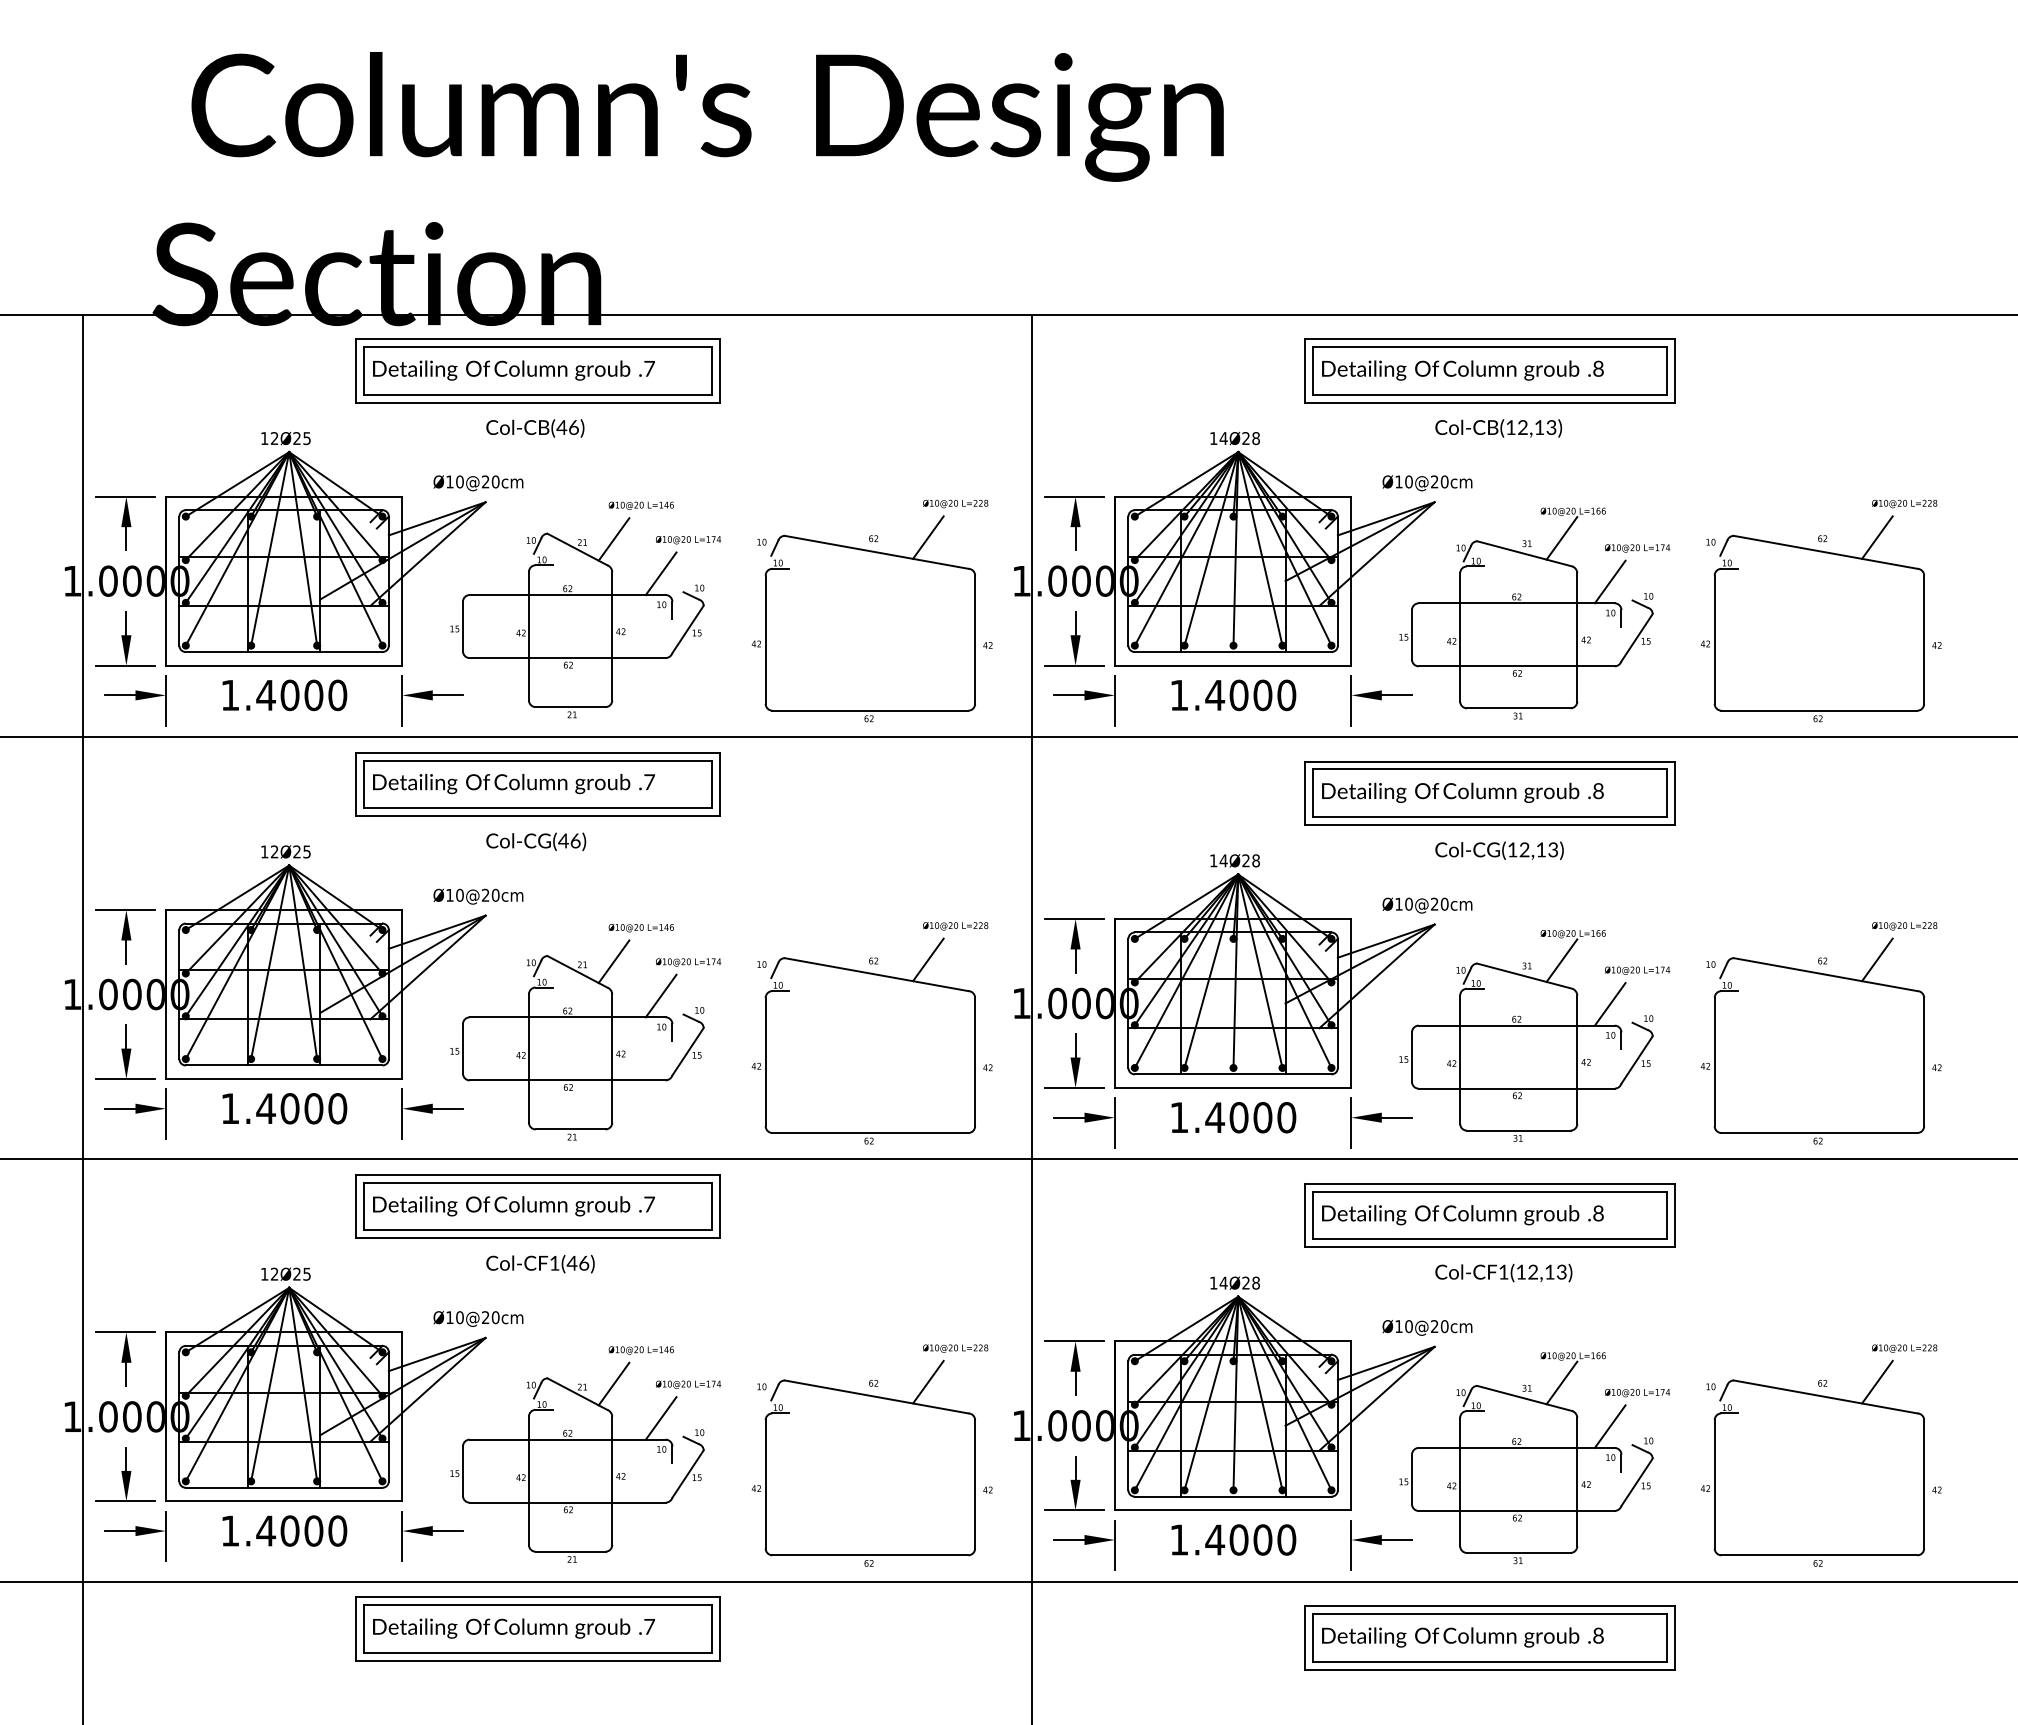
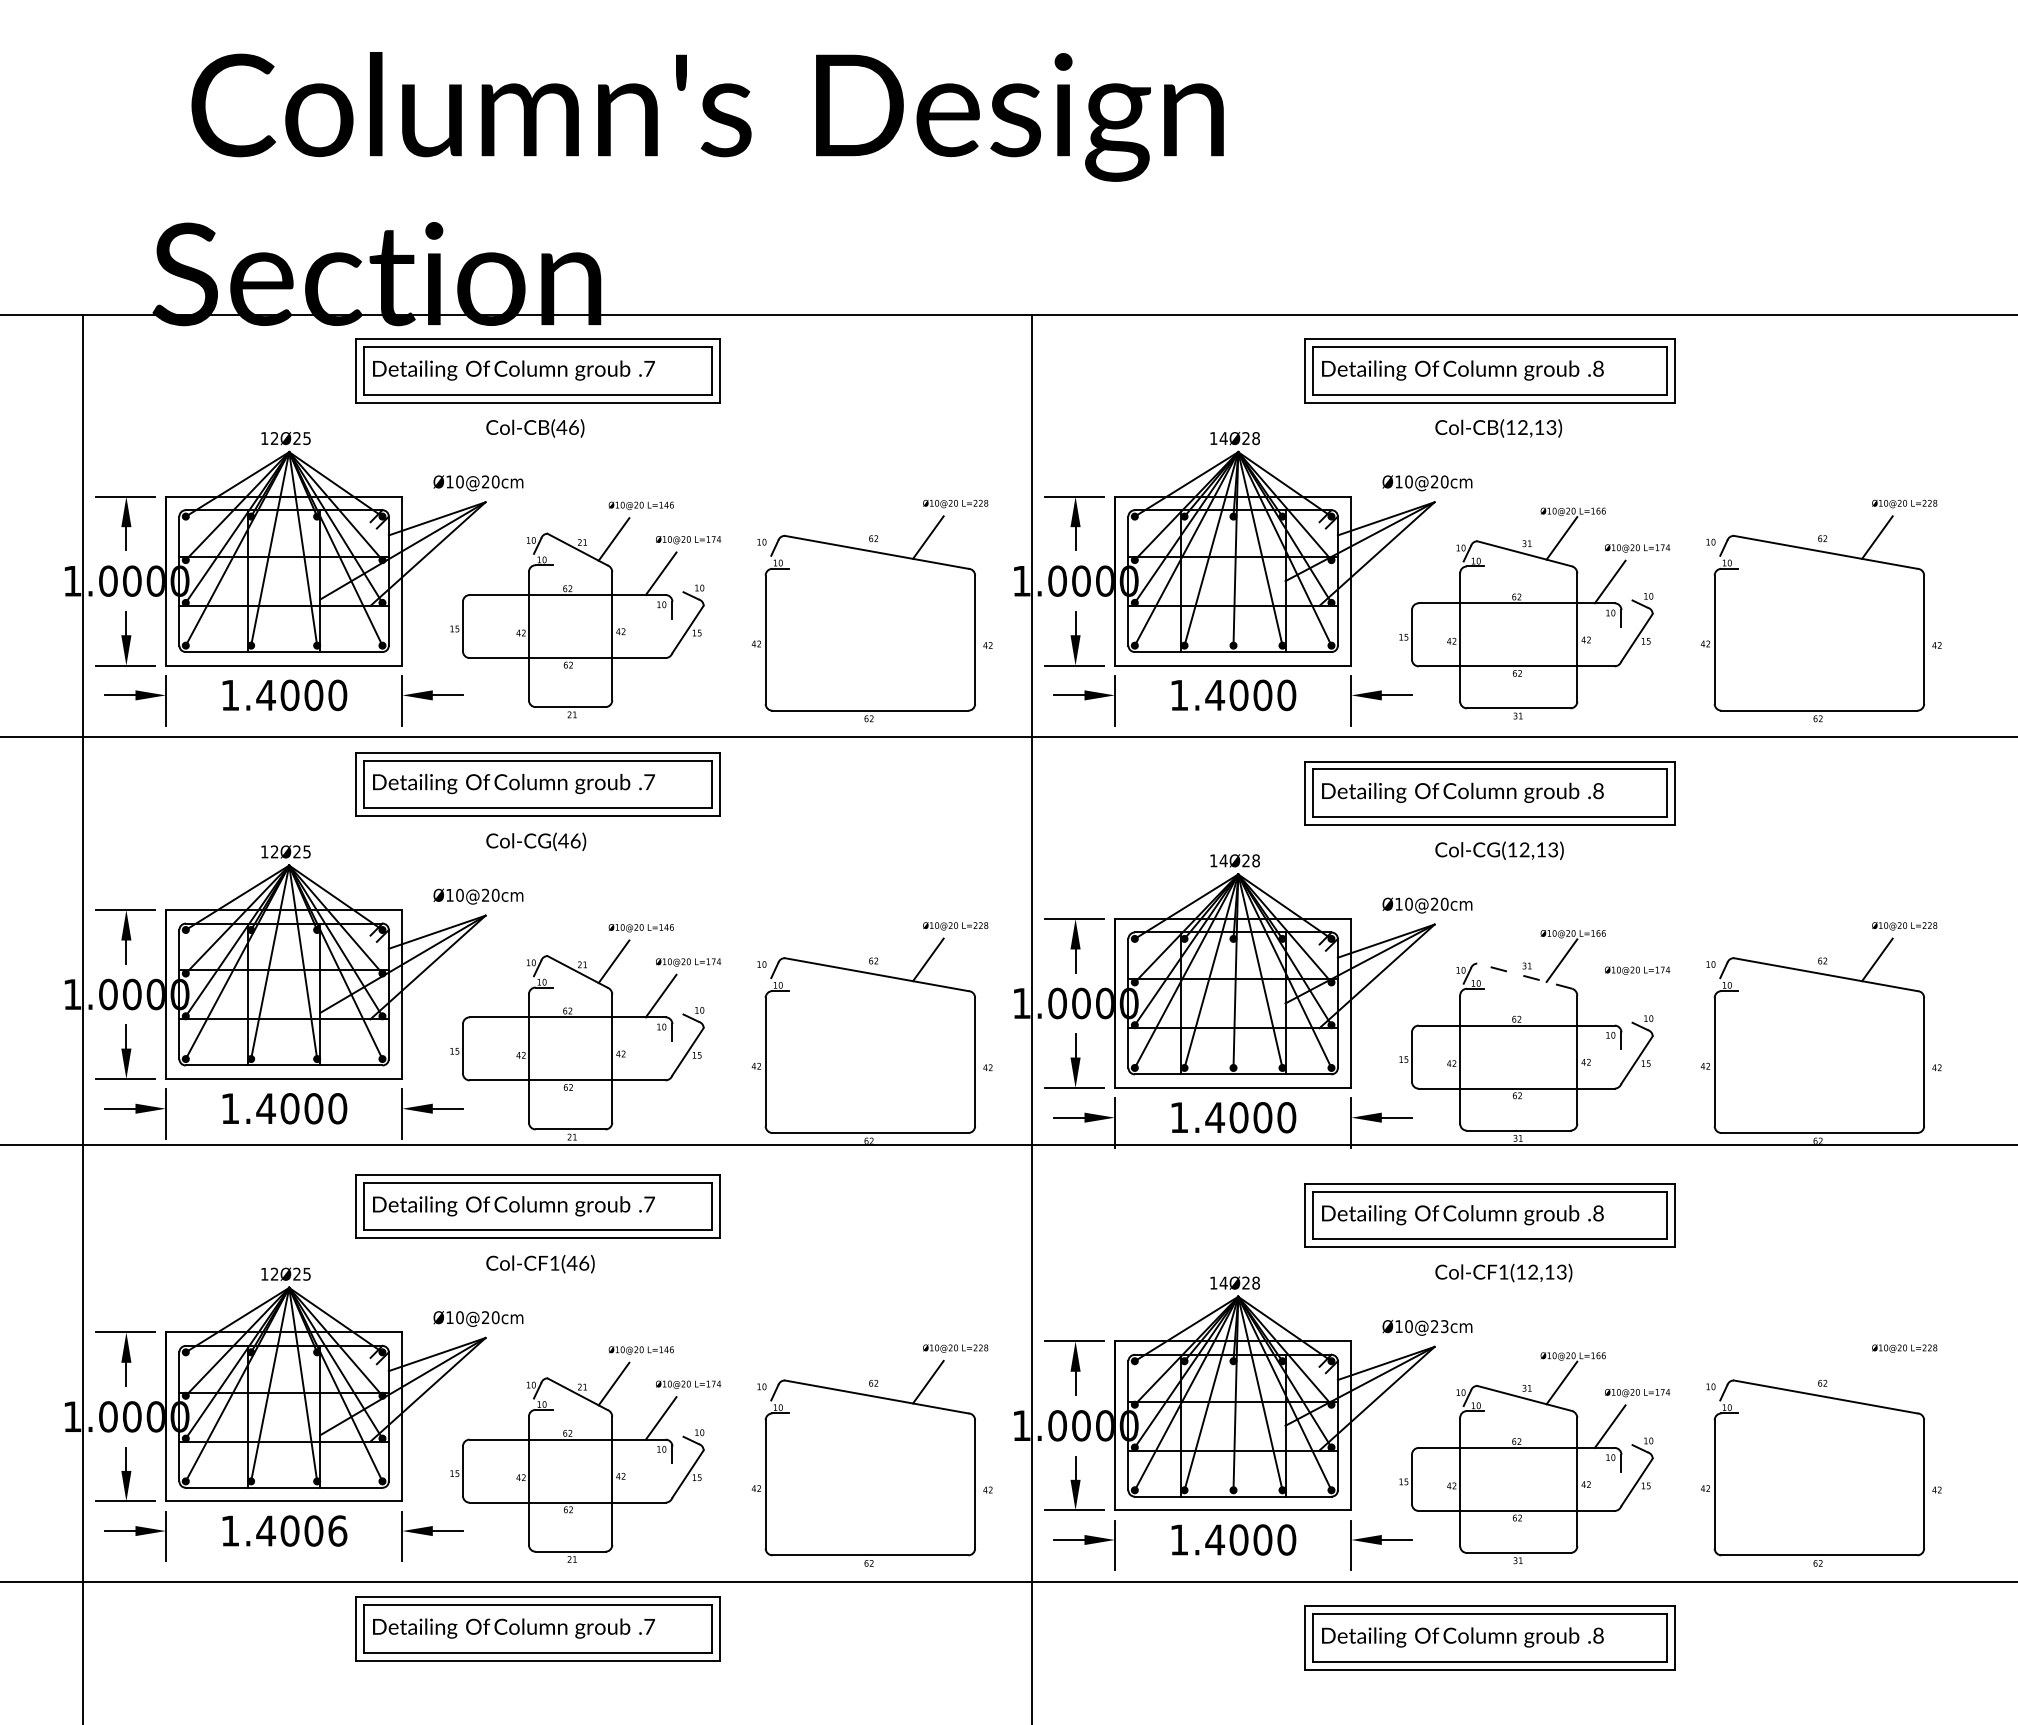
line at (1524, 976): solid -> dashed
line at (1609, 1004): present -> none
line at (1008, 1159) position: (1008, 1159) -> (1008, 1145)
text at (1444, 1326): Ø10@20cm -> Ø10@23cm
line at (1877, 1381): present -> none
text at (337, 1530): 1.4000 -> 1.4006
